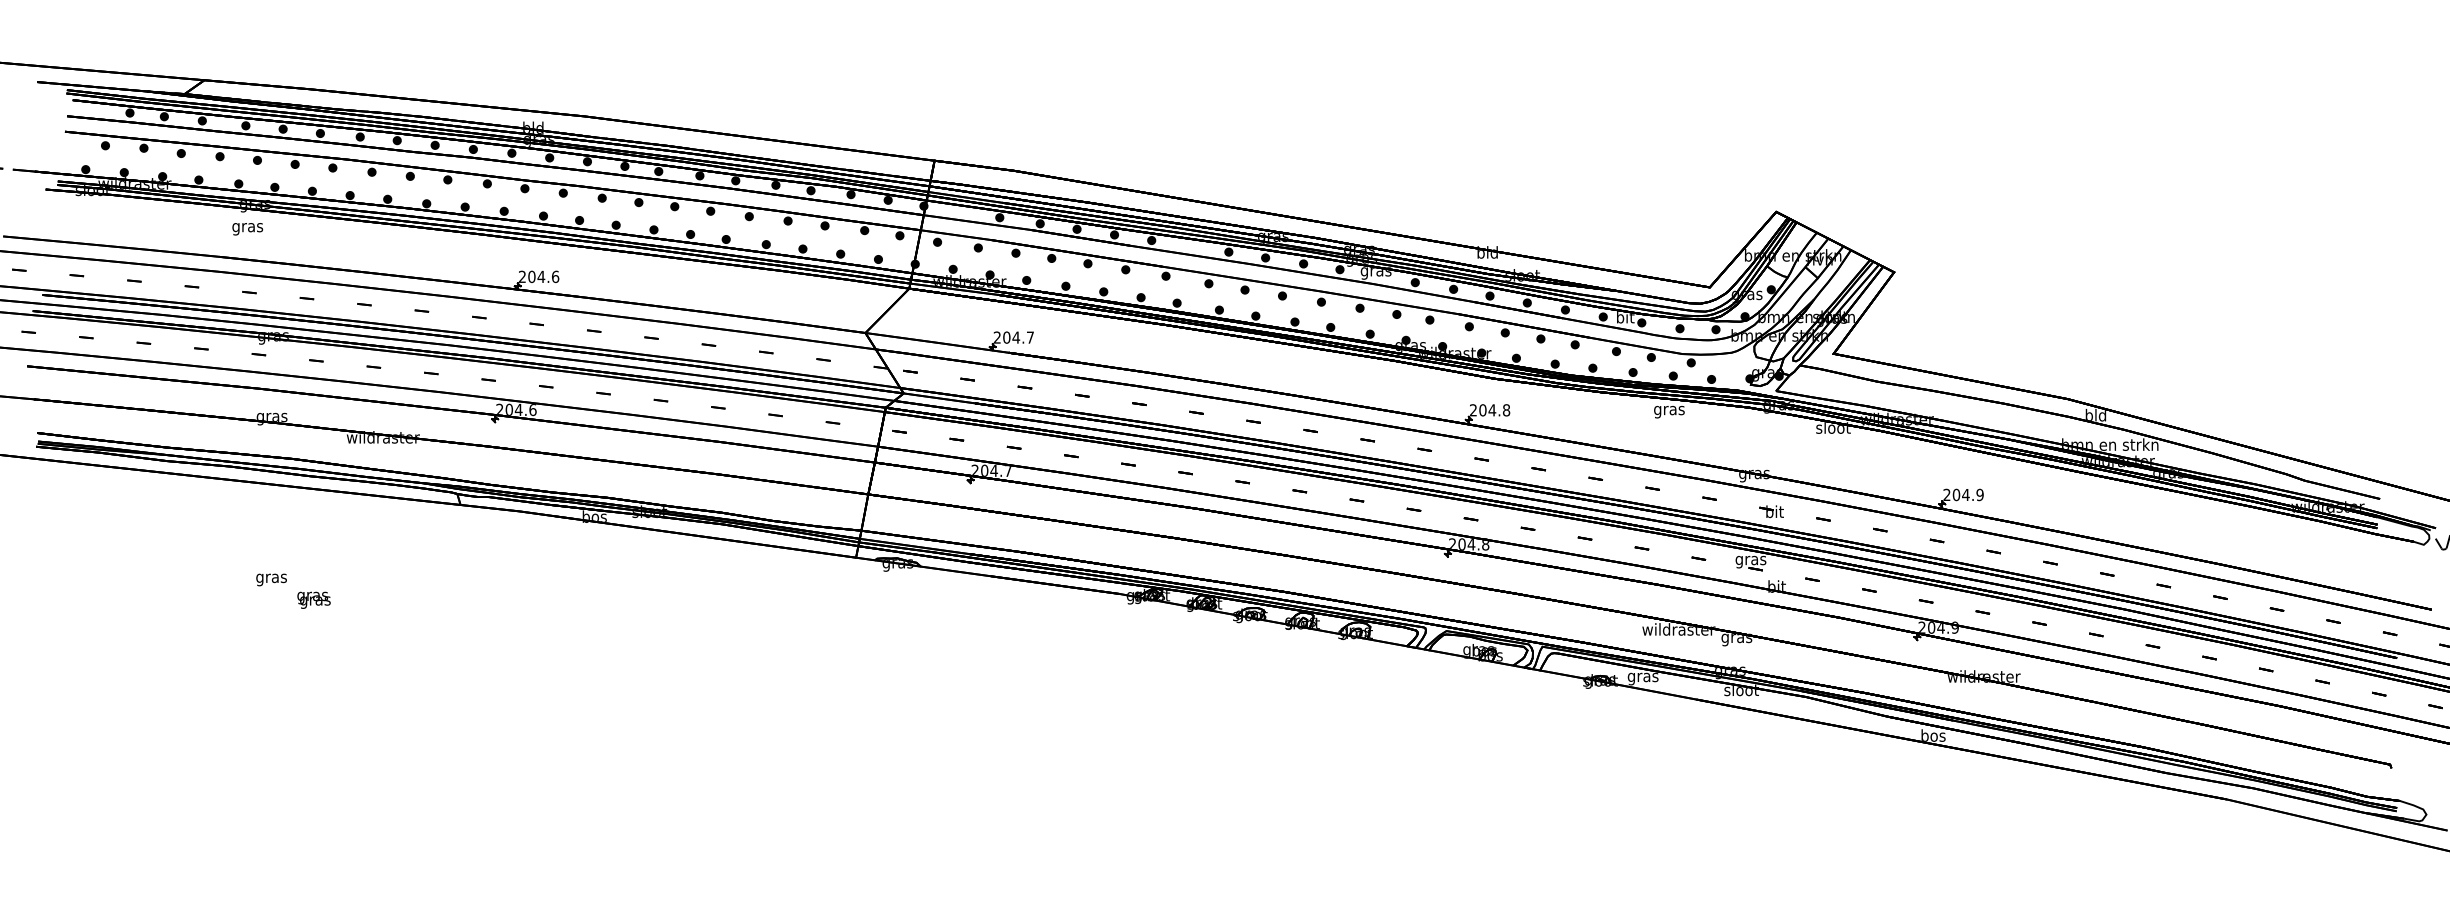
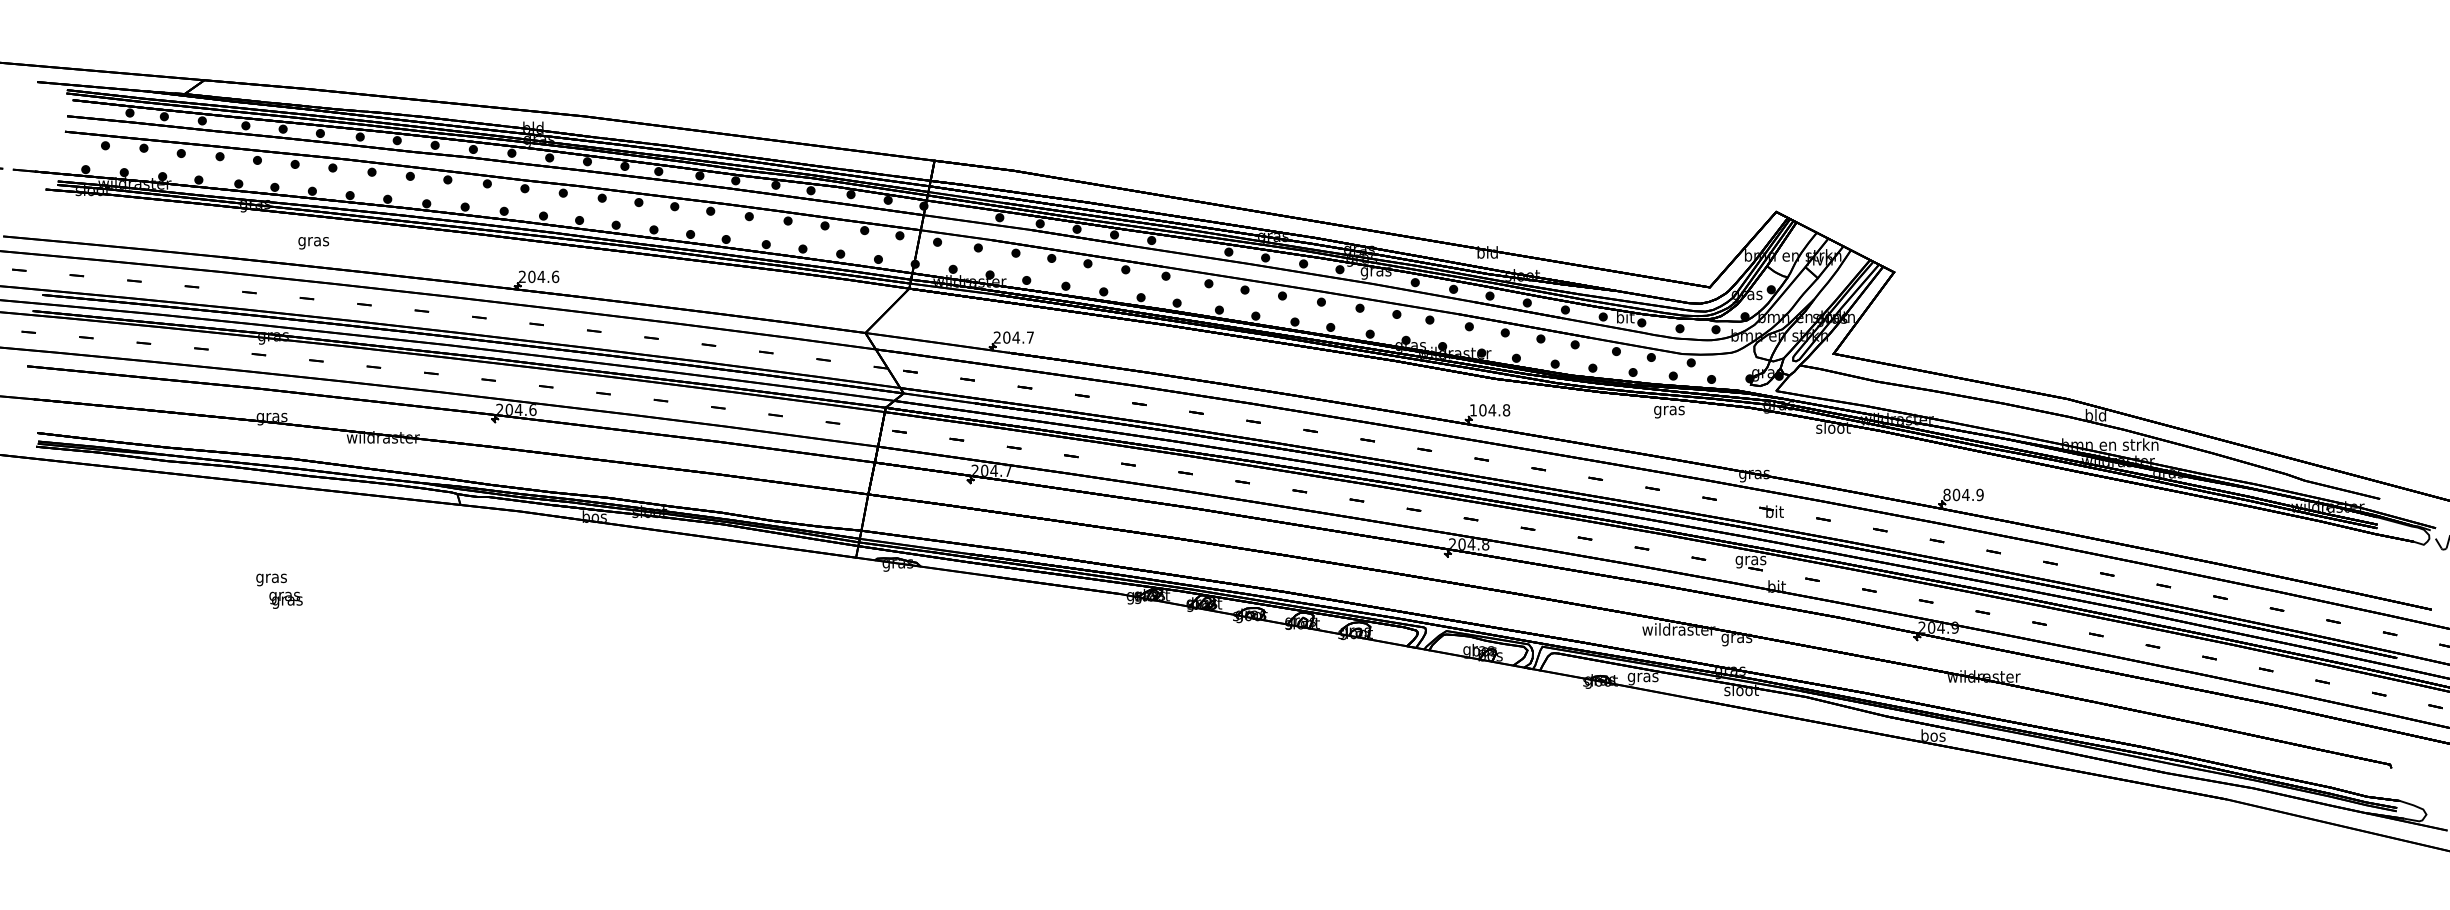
text at (247, 229) position: (247, 229) -> (313, 243)
text at (1472, 410): 204.8 -> 104.8
text at (1946, 494): 204.9 -> 804.9
text at (313, 599) position: (313, 599) -> (285, 599)
